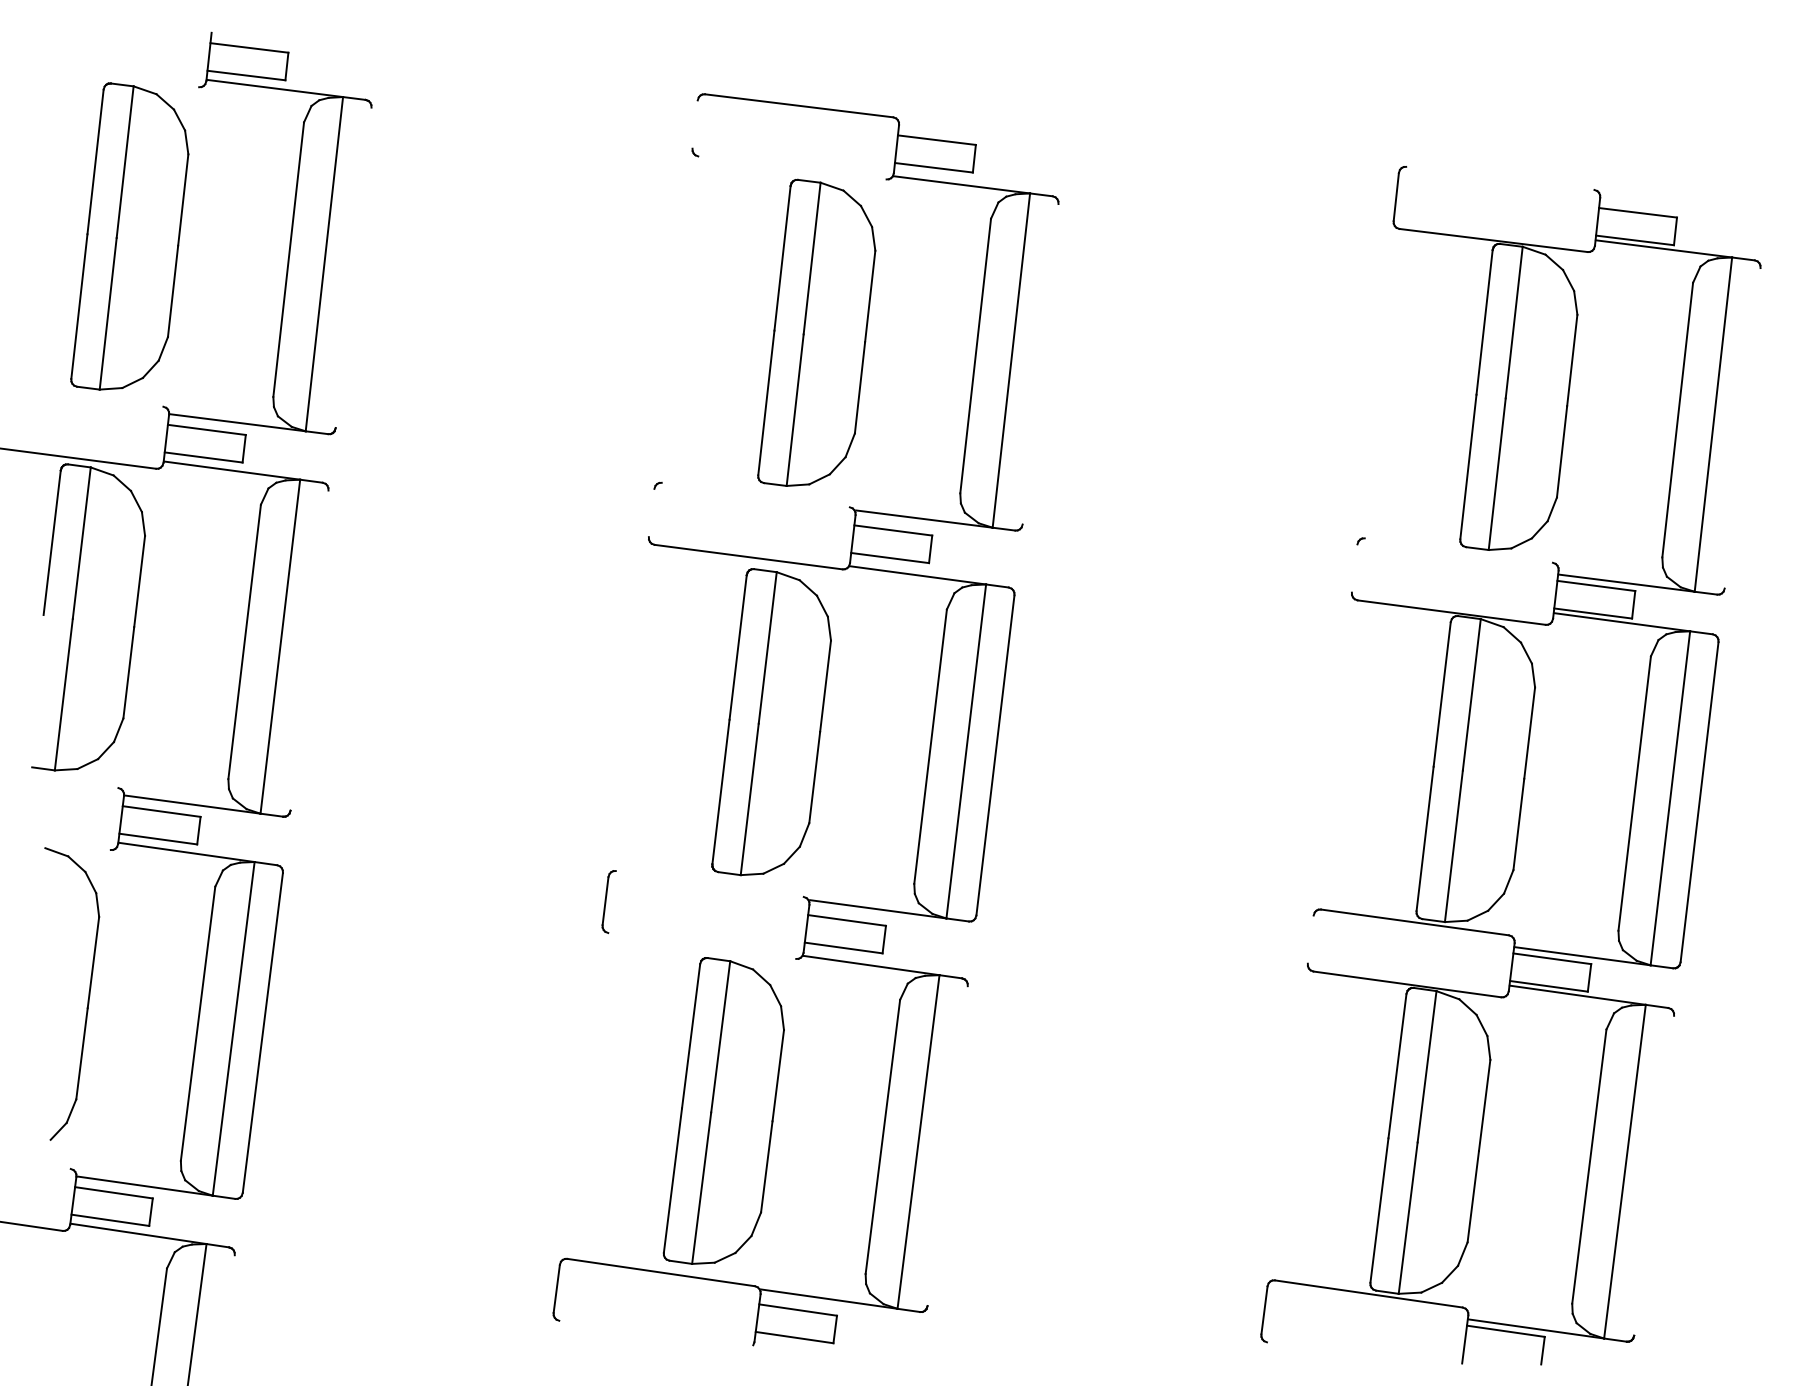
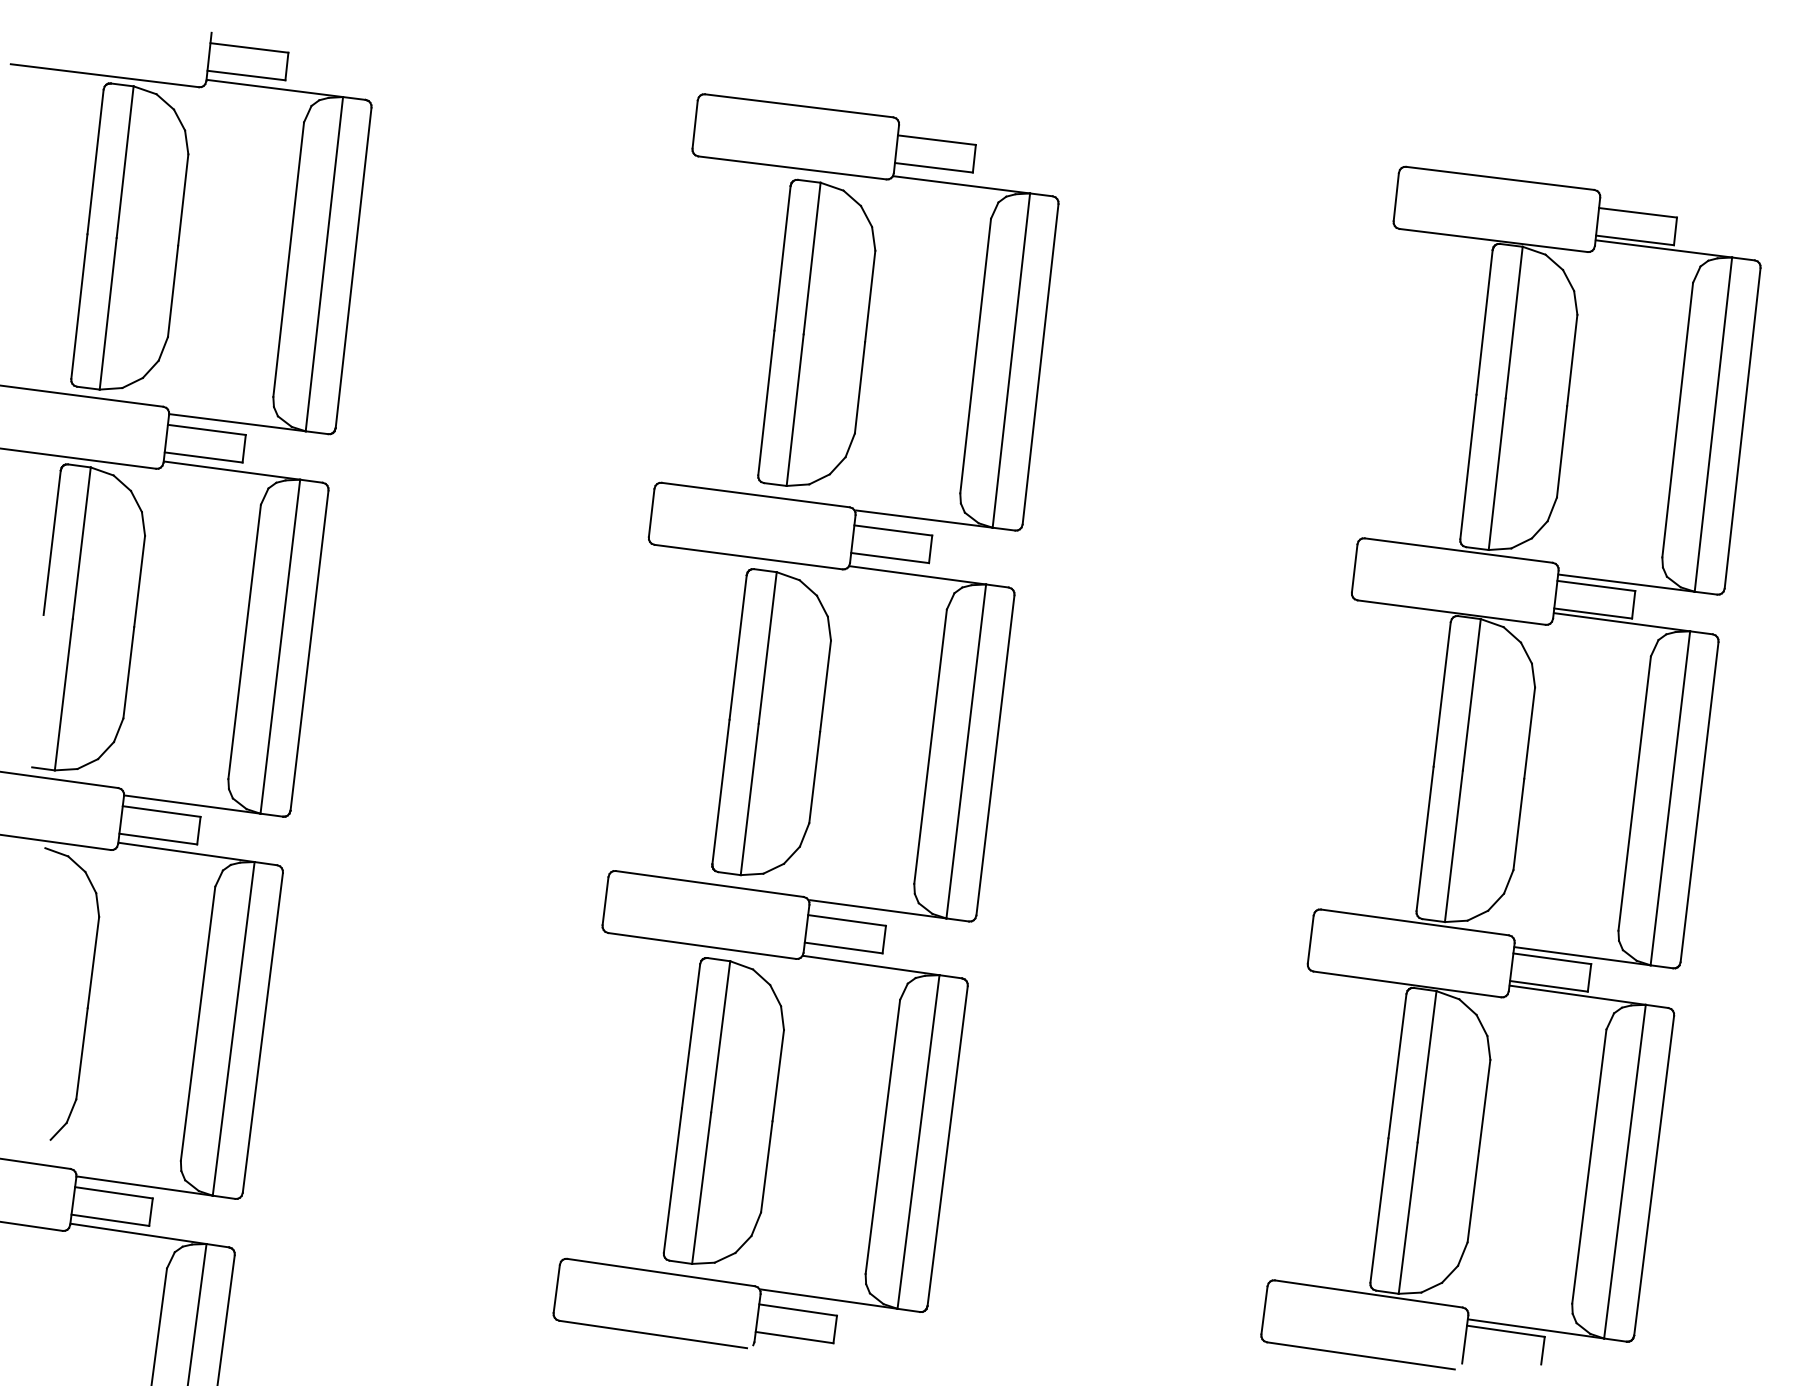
line at (104, 75): none -> present
line at (694, 124): none -> present
line at (792, 167): none -> present
line at (1500, 177): none -> present
line at (353, 267): none -> present
line at (1040, 364): none -> present
line at (82, 395): none -> present
line at (1742, 428): none -> present
line at (755, 494): none -> present
line at (651, 512): none -> present
line at (1458, 550): none -> present
line at (1354, 568): none -> present
line at (309, 650): none -> present
line at (60, 780): none -> present
line at (56, 842): none -> present
line at (709, 883): none -> present
line at (1310, 939): none -> present
line at (702, 945): none -> present
line at (947, 1146): none -> present
line at (36, 1163): none -> present
line at (1654, 1175): none -> present
line at (225, 1318): none -> present
line at (653, 1334): none -> present
line at (1360, 1355): none -> present
